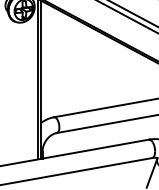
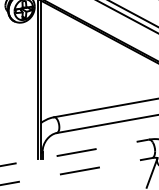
line at (75, 152): solid -> dashed
line at (76, 171): solid -> dashed
